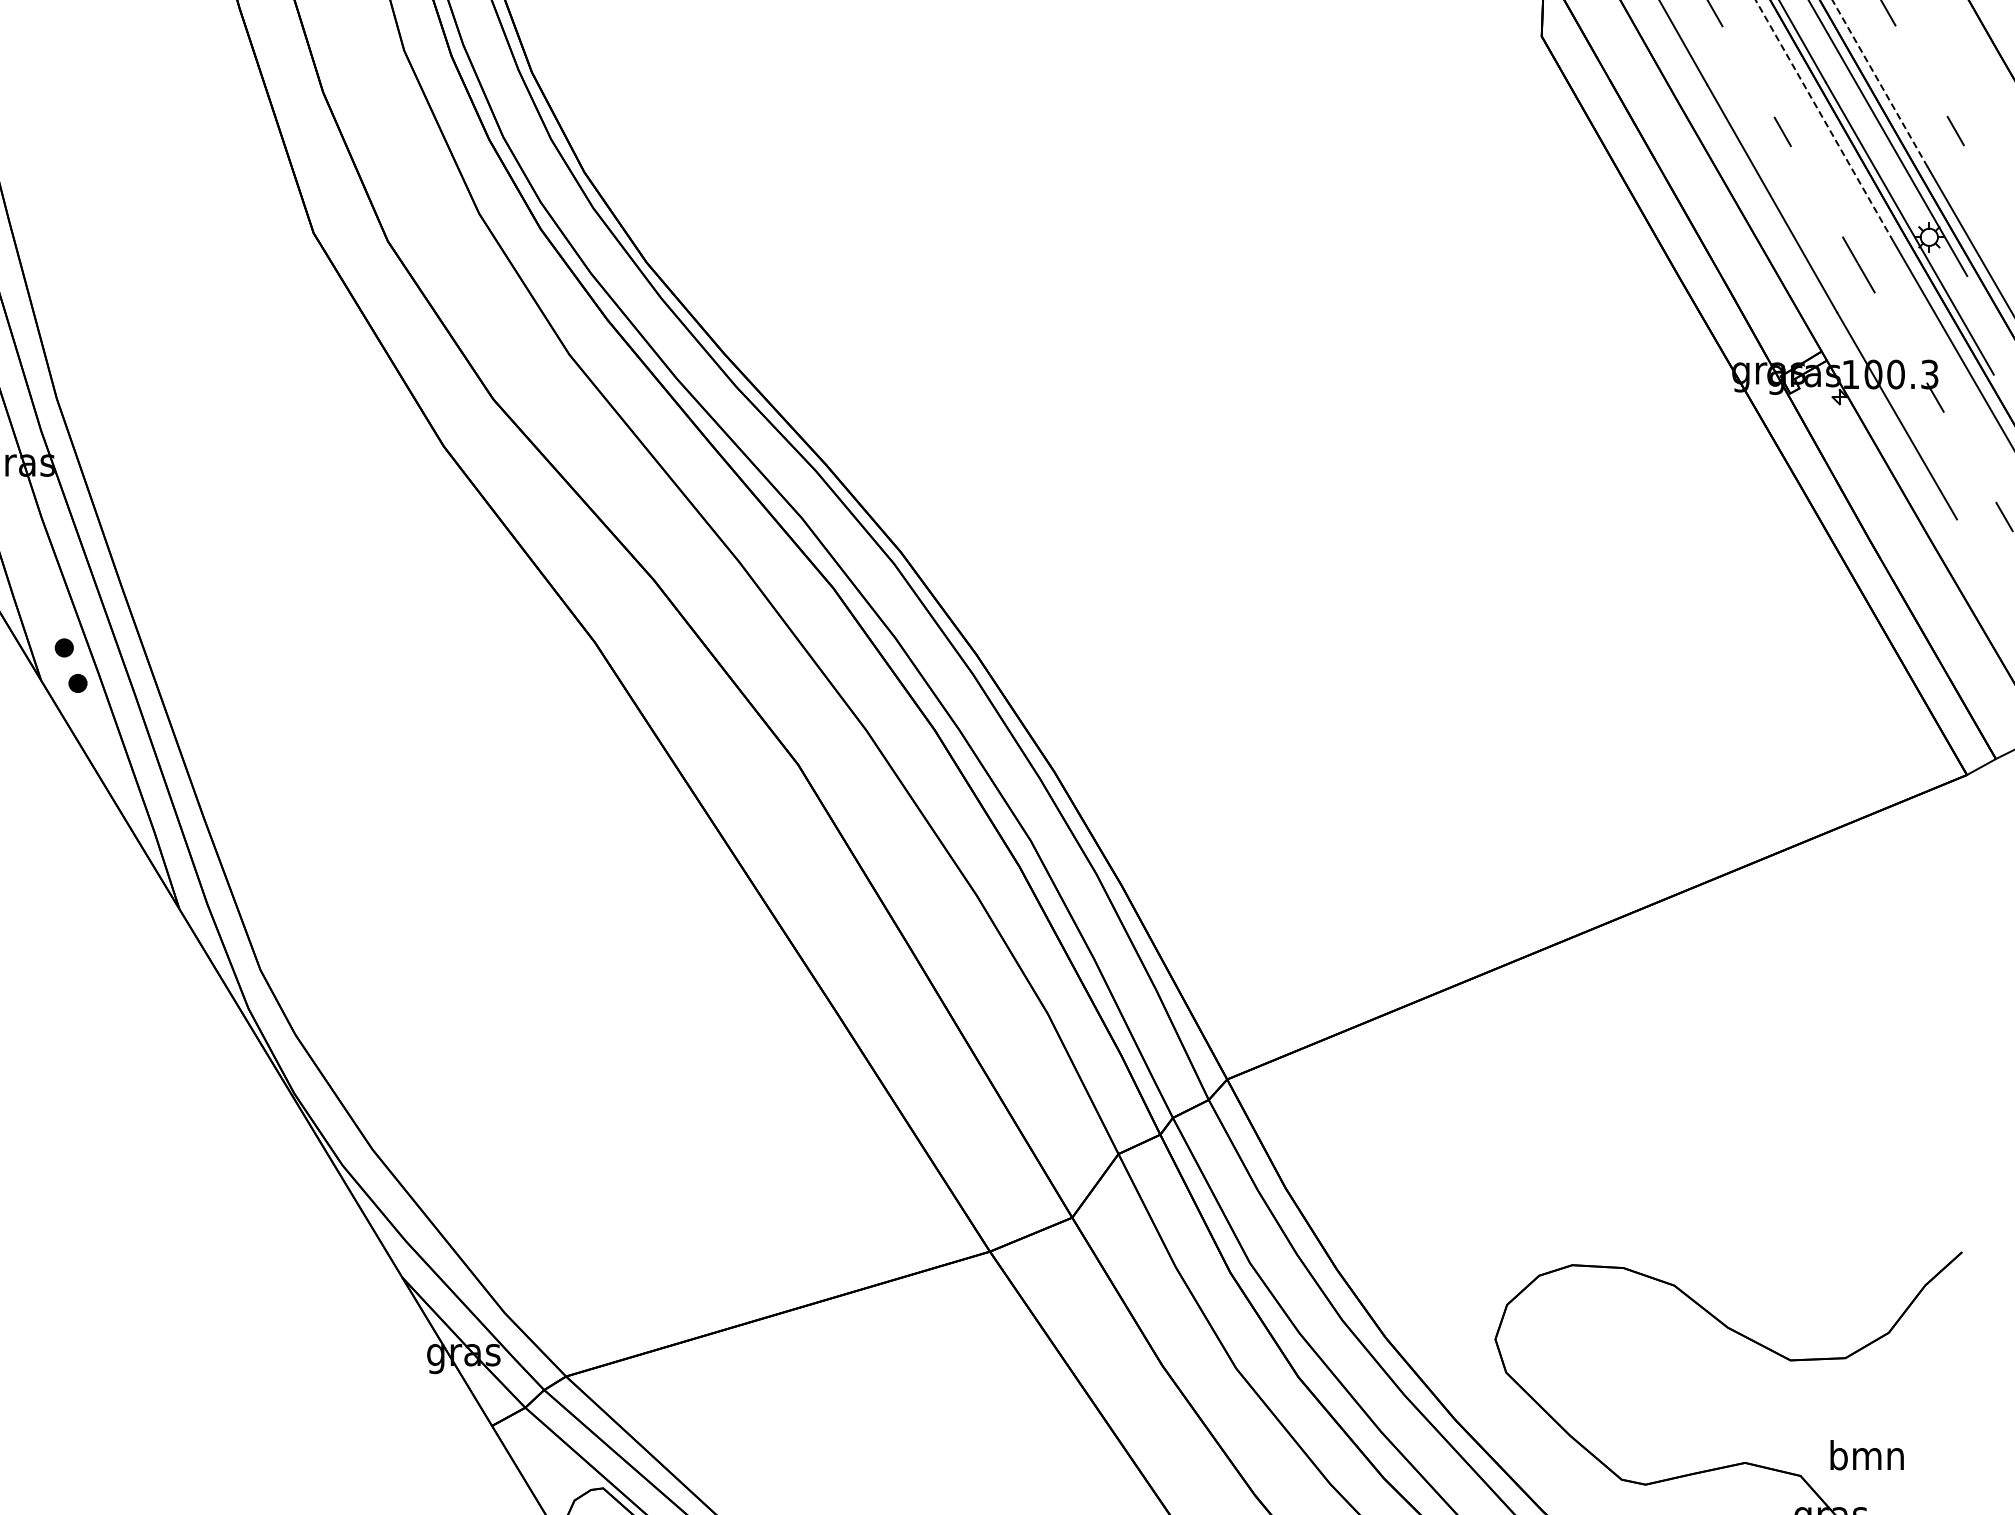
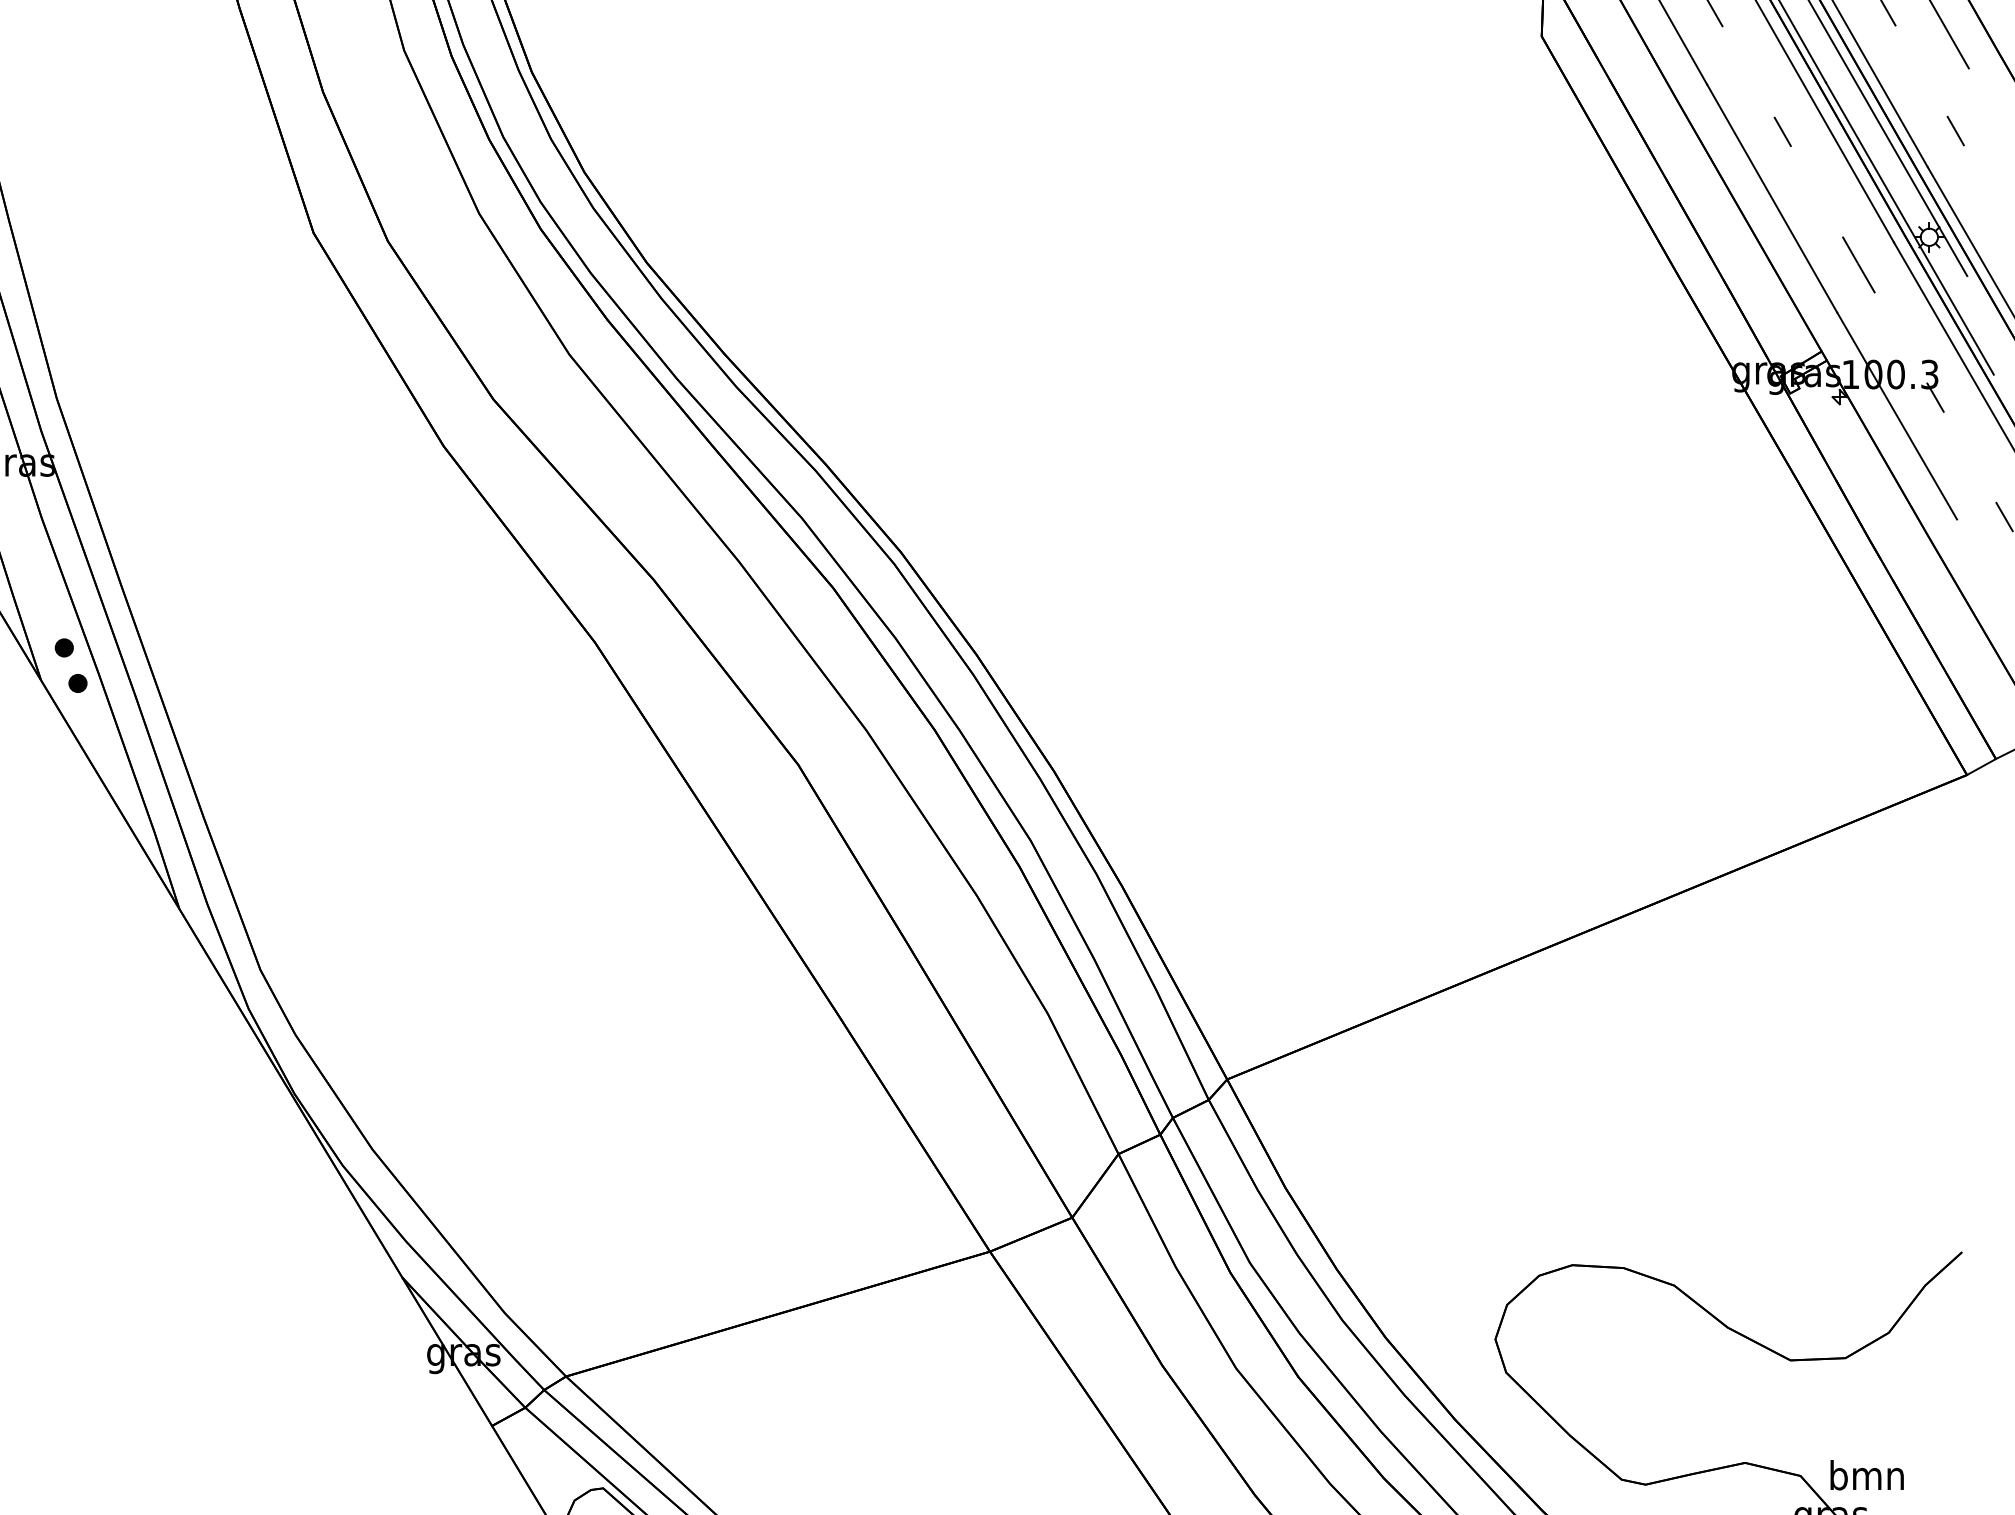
line at (1949, 35): none -> present
line at (1880, 83): dashed -> solid
line at (1825, 121): dashed -> solid
text at (1866, 1455) position: (1866, 1455) -> (1866, 1475)
